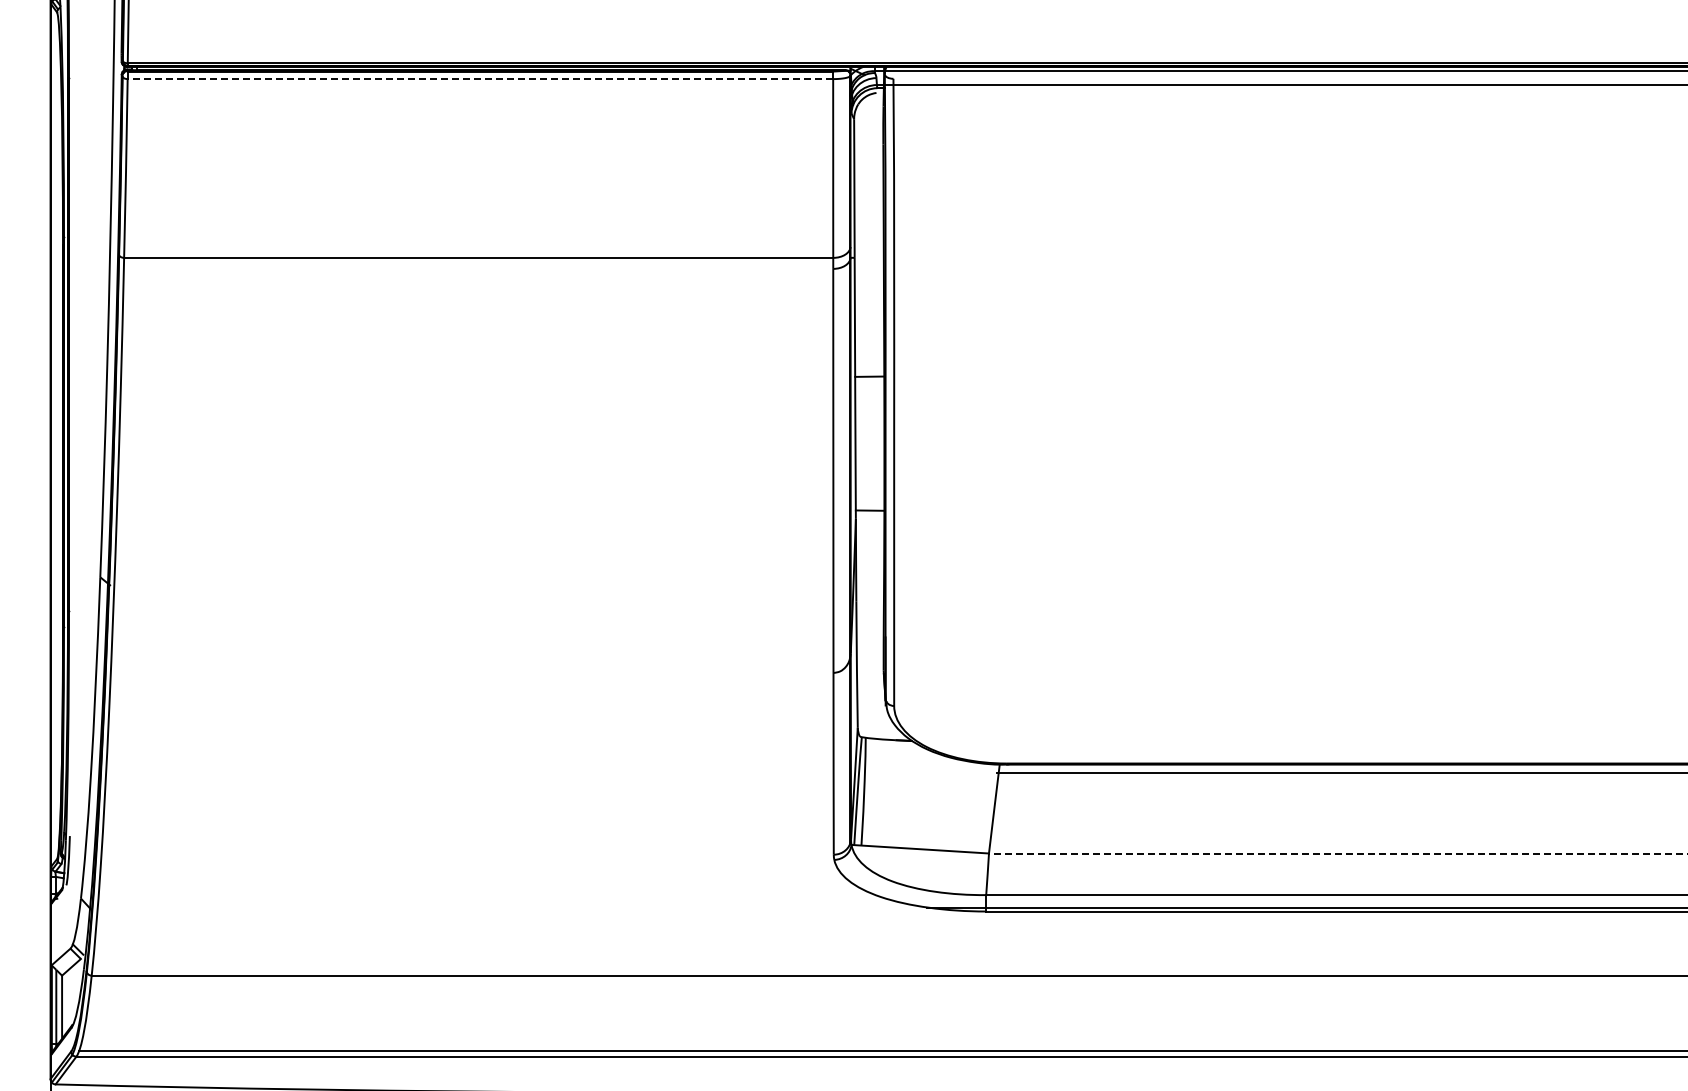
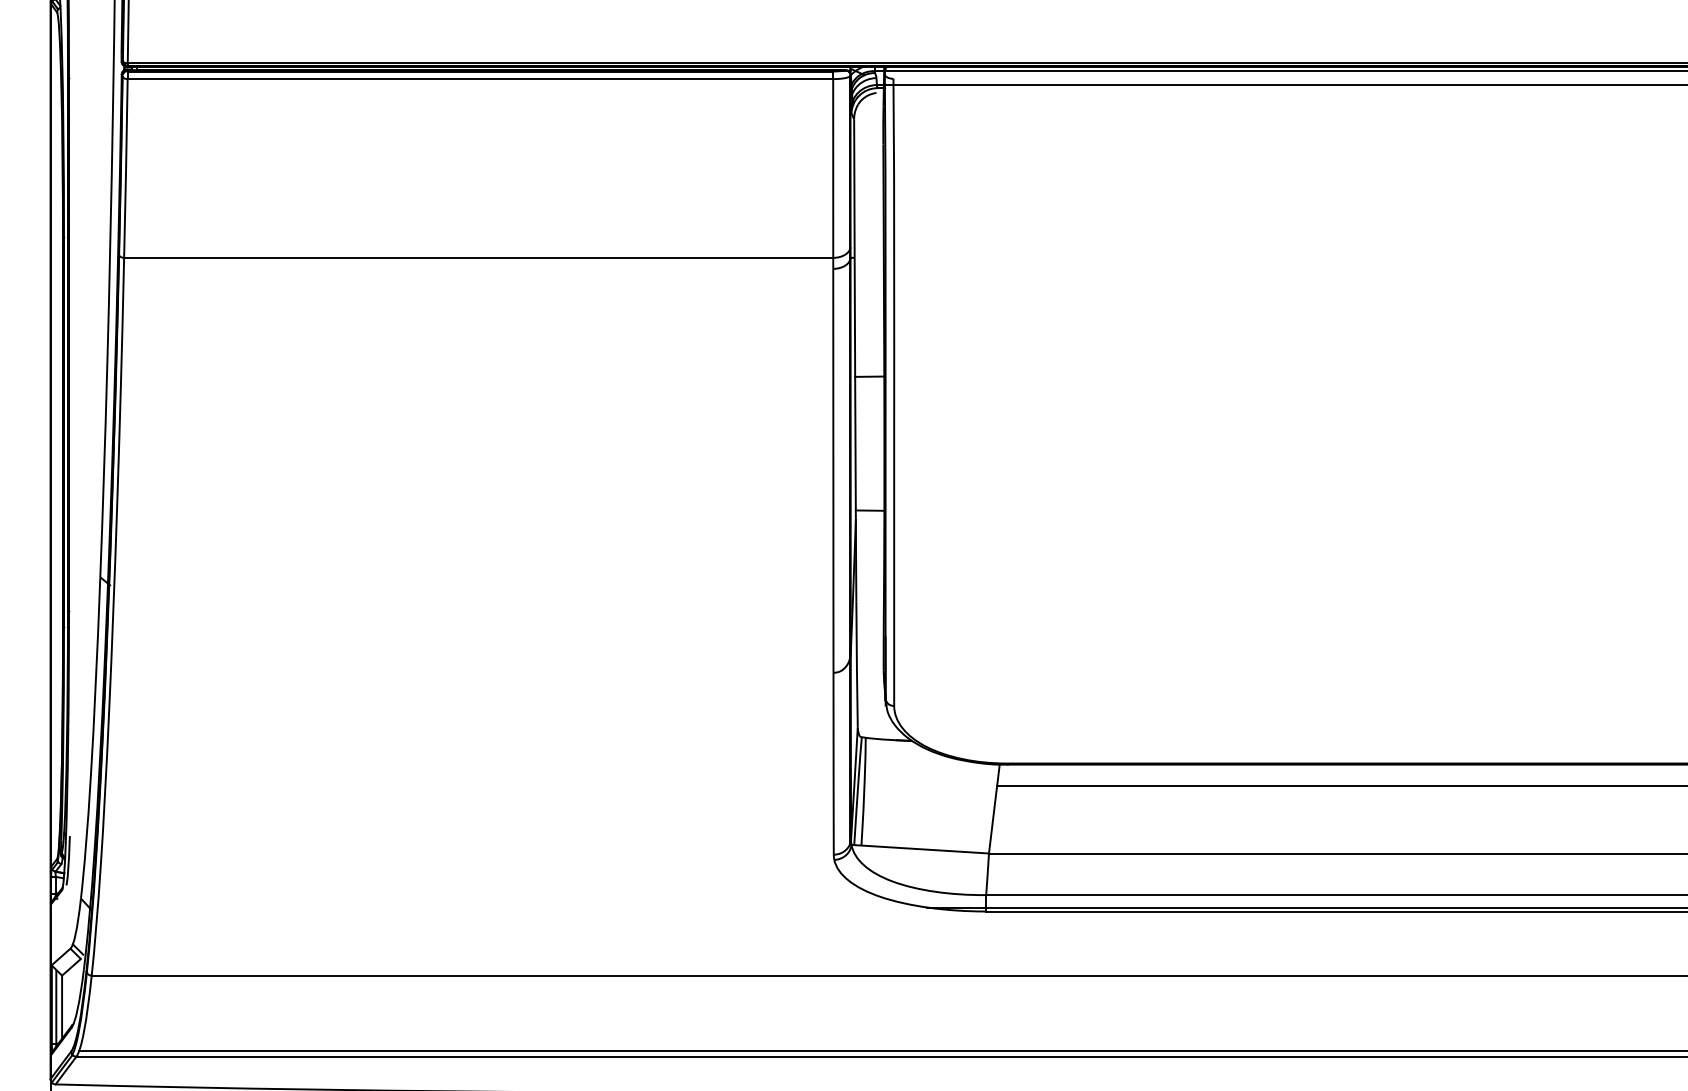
line at (480, 79): dashed -> solid
line at (1340, 772) position: (1340, 772) -> (1340, 785)
line at (1337, 853): dashed -> solid
